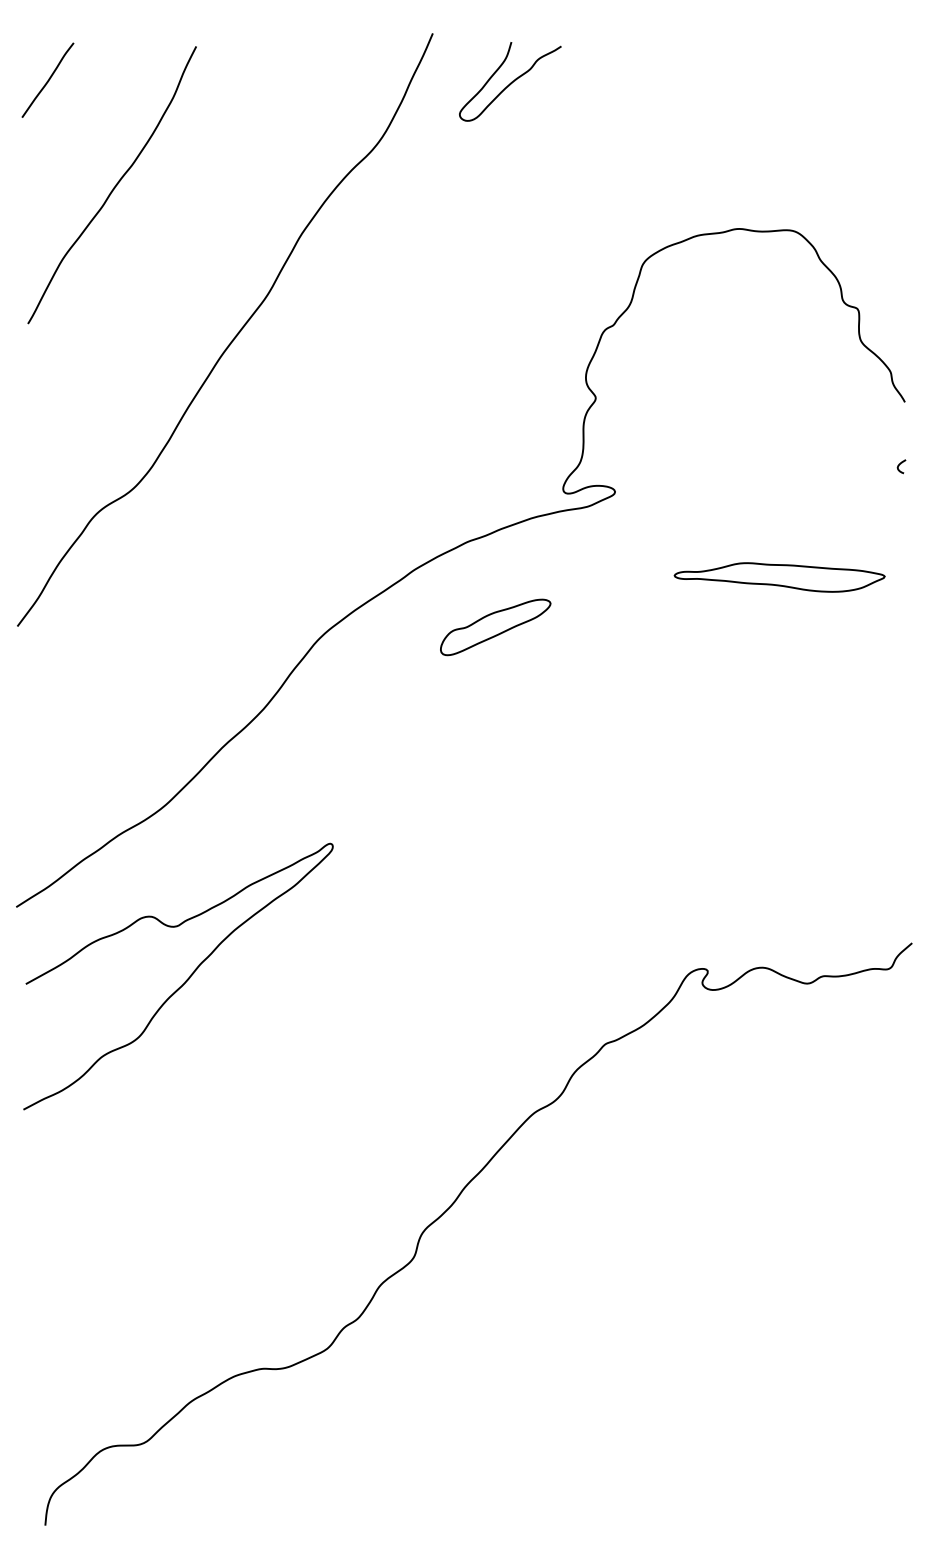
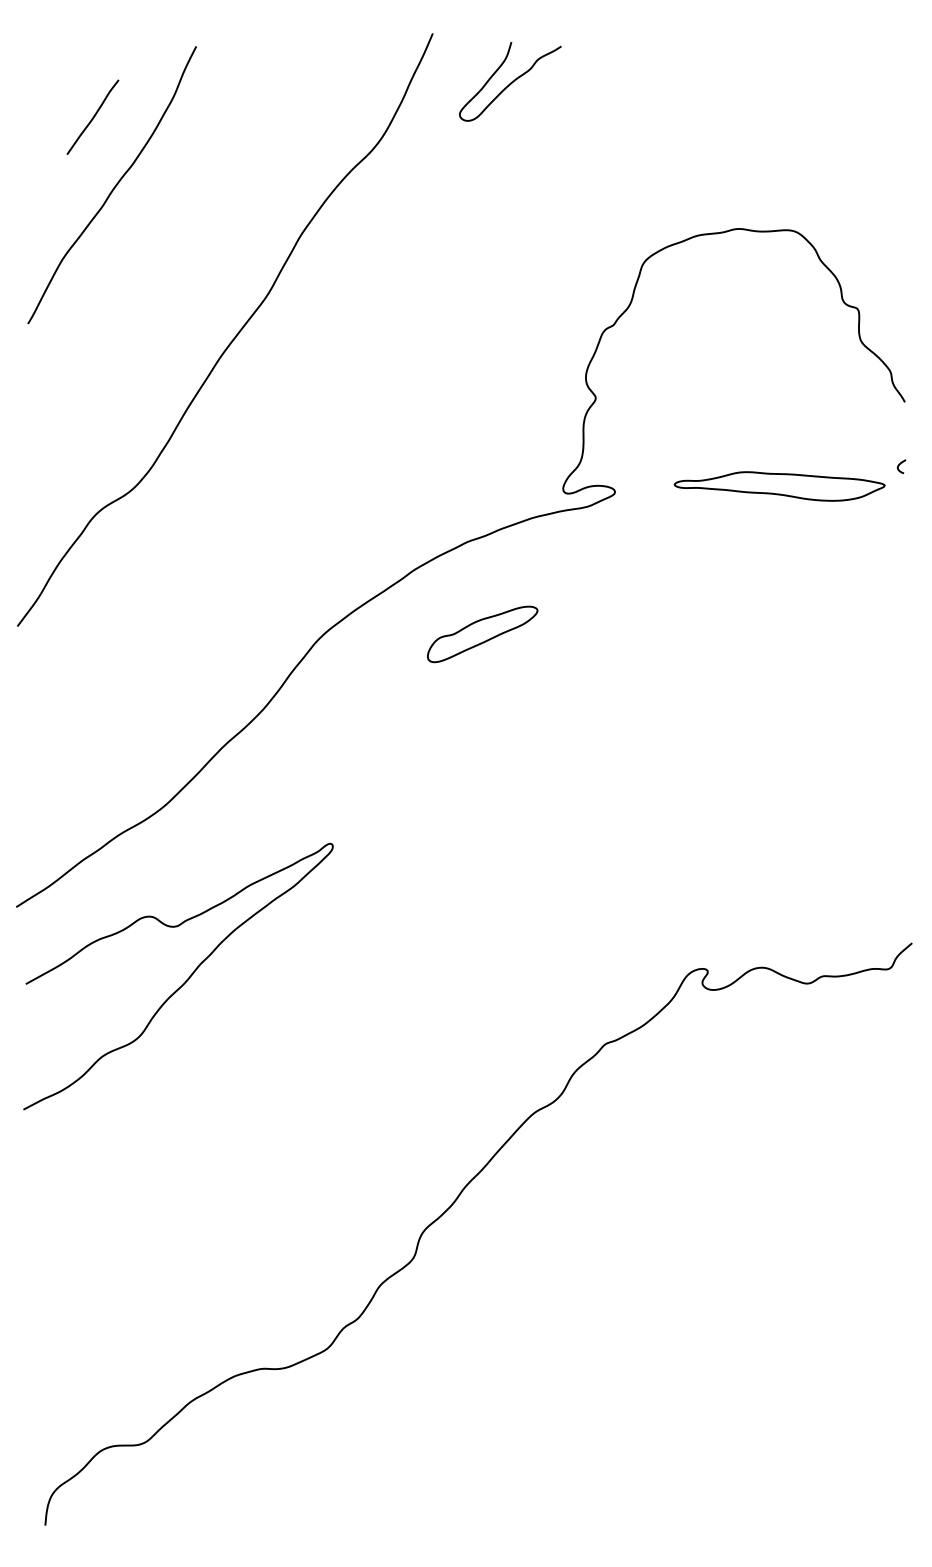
curve at (48, 79) position: (48, 79) -> (93, 116)
part at (779, 577) position: (779, 577) -> (779, 486)
part at (495, 627) position: (495, 627) -> (482, 634)
